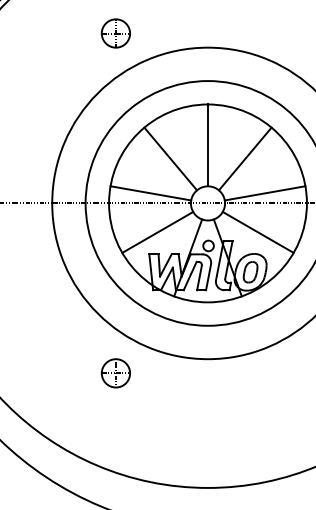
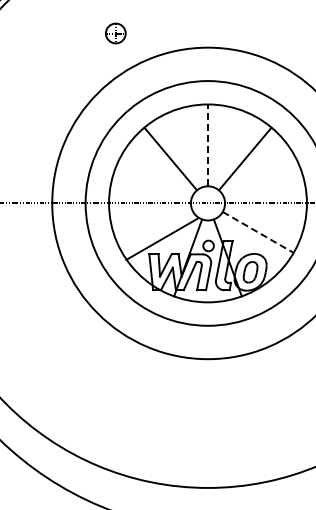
part at (115, 33) size: 31x31 px -> 22x23 px
line at (208, 145): solid -> dashed
line at (150, 193): present -> none
line at (264, 193): present -> none
line at (157, 231) position: (157, 231) -> (161, 238)
line at (258, 232): solid -> dashed
part at (115, 373): present -> none
